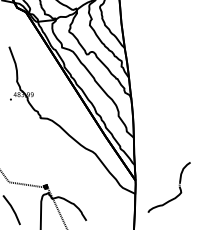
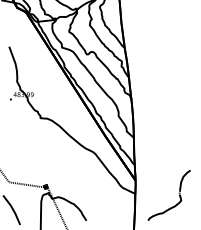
part at (178, 185) position: (178, 185) -> (178, 193)
